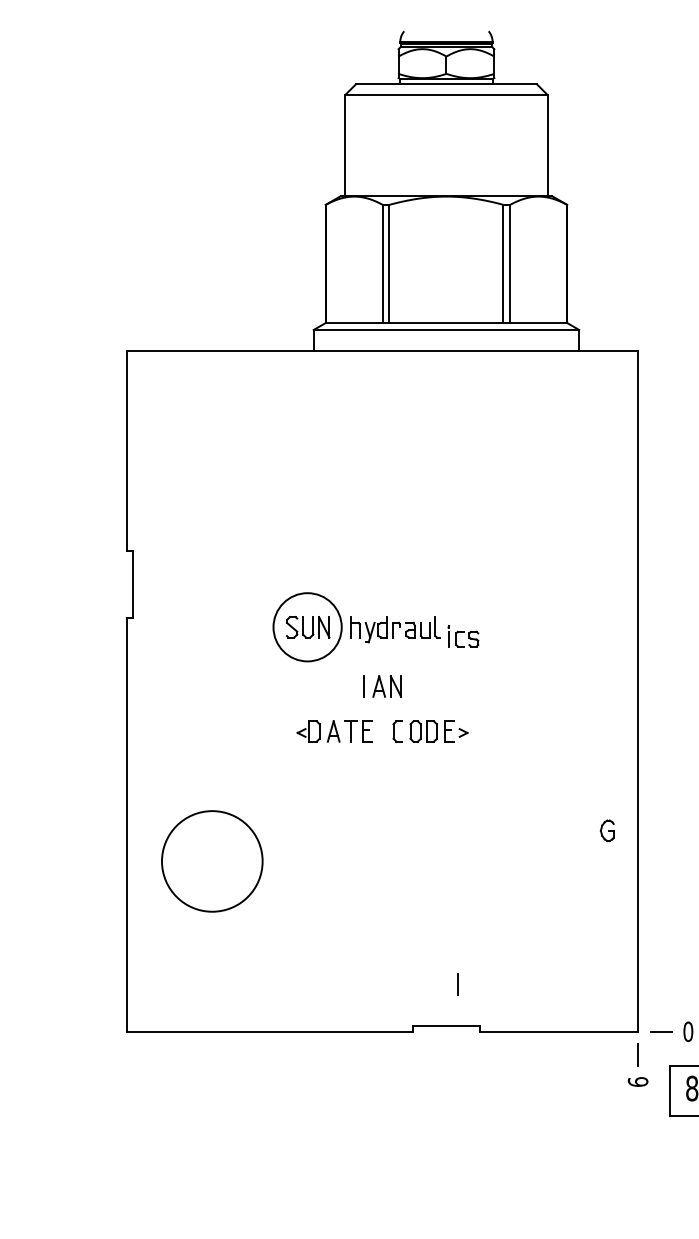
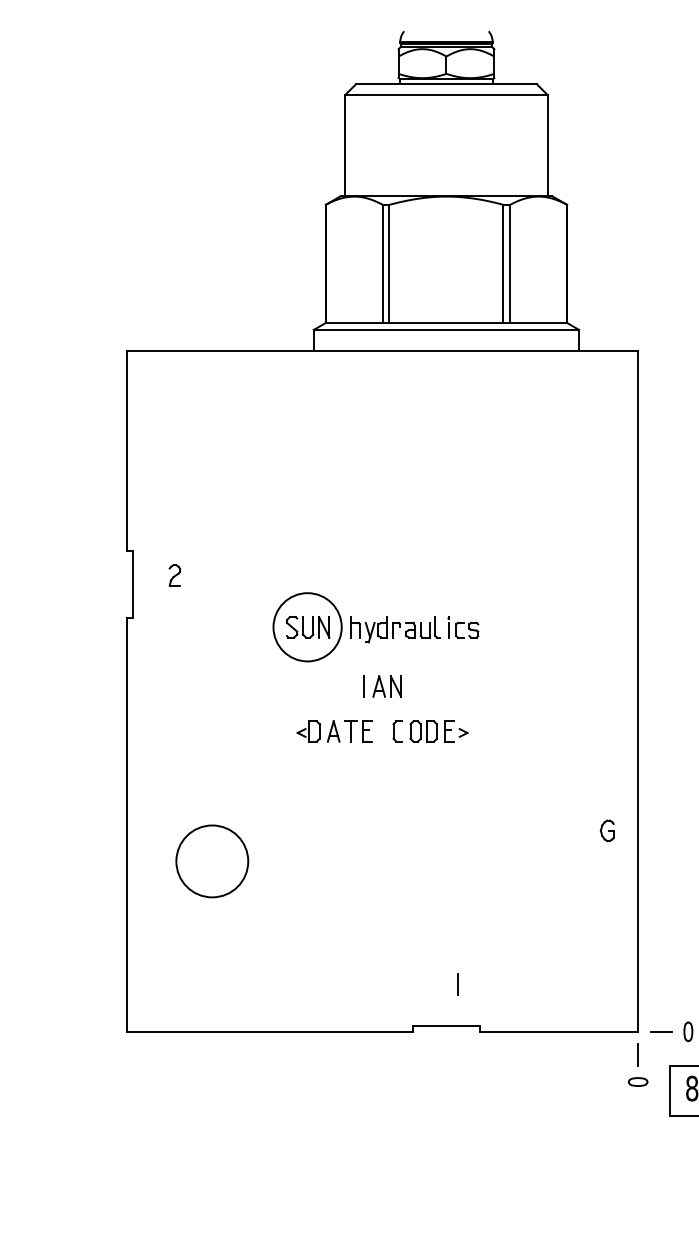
part at (174, 575): none -> present
part at (463, 636) position: (463, 636) -> (463, 627)
circle at (212, 861) diameter: 101 px -> 72 px
text at (637, 1081): 6 -> 0
